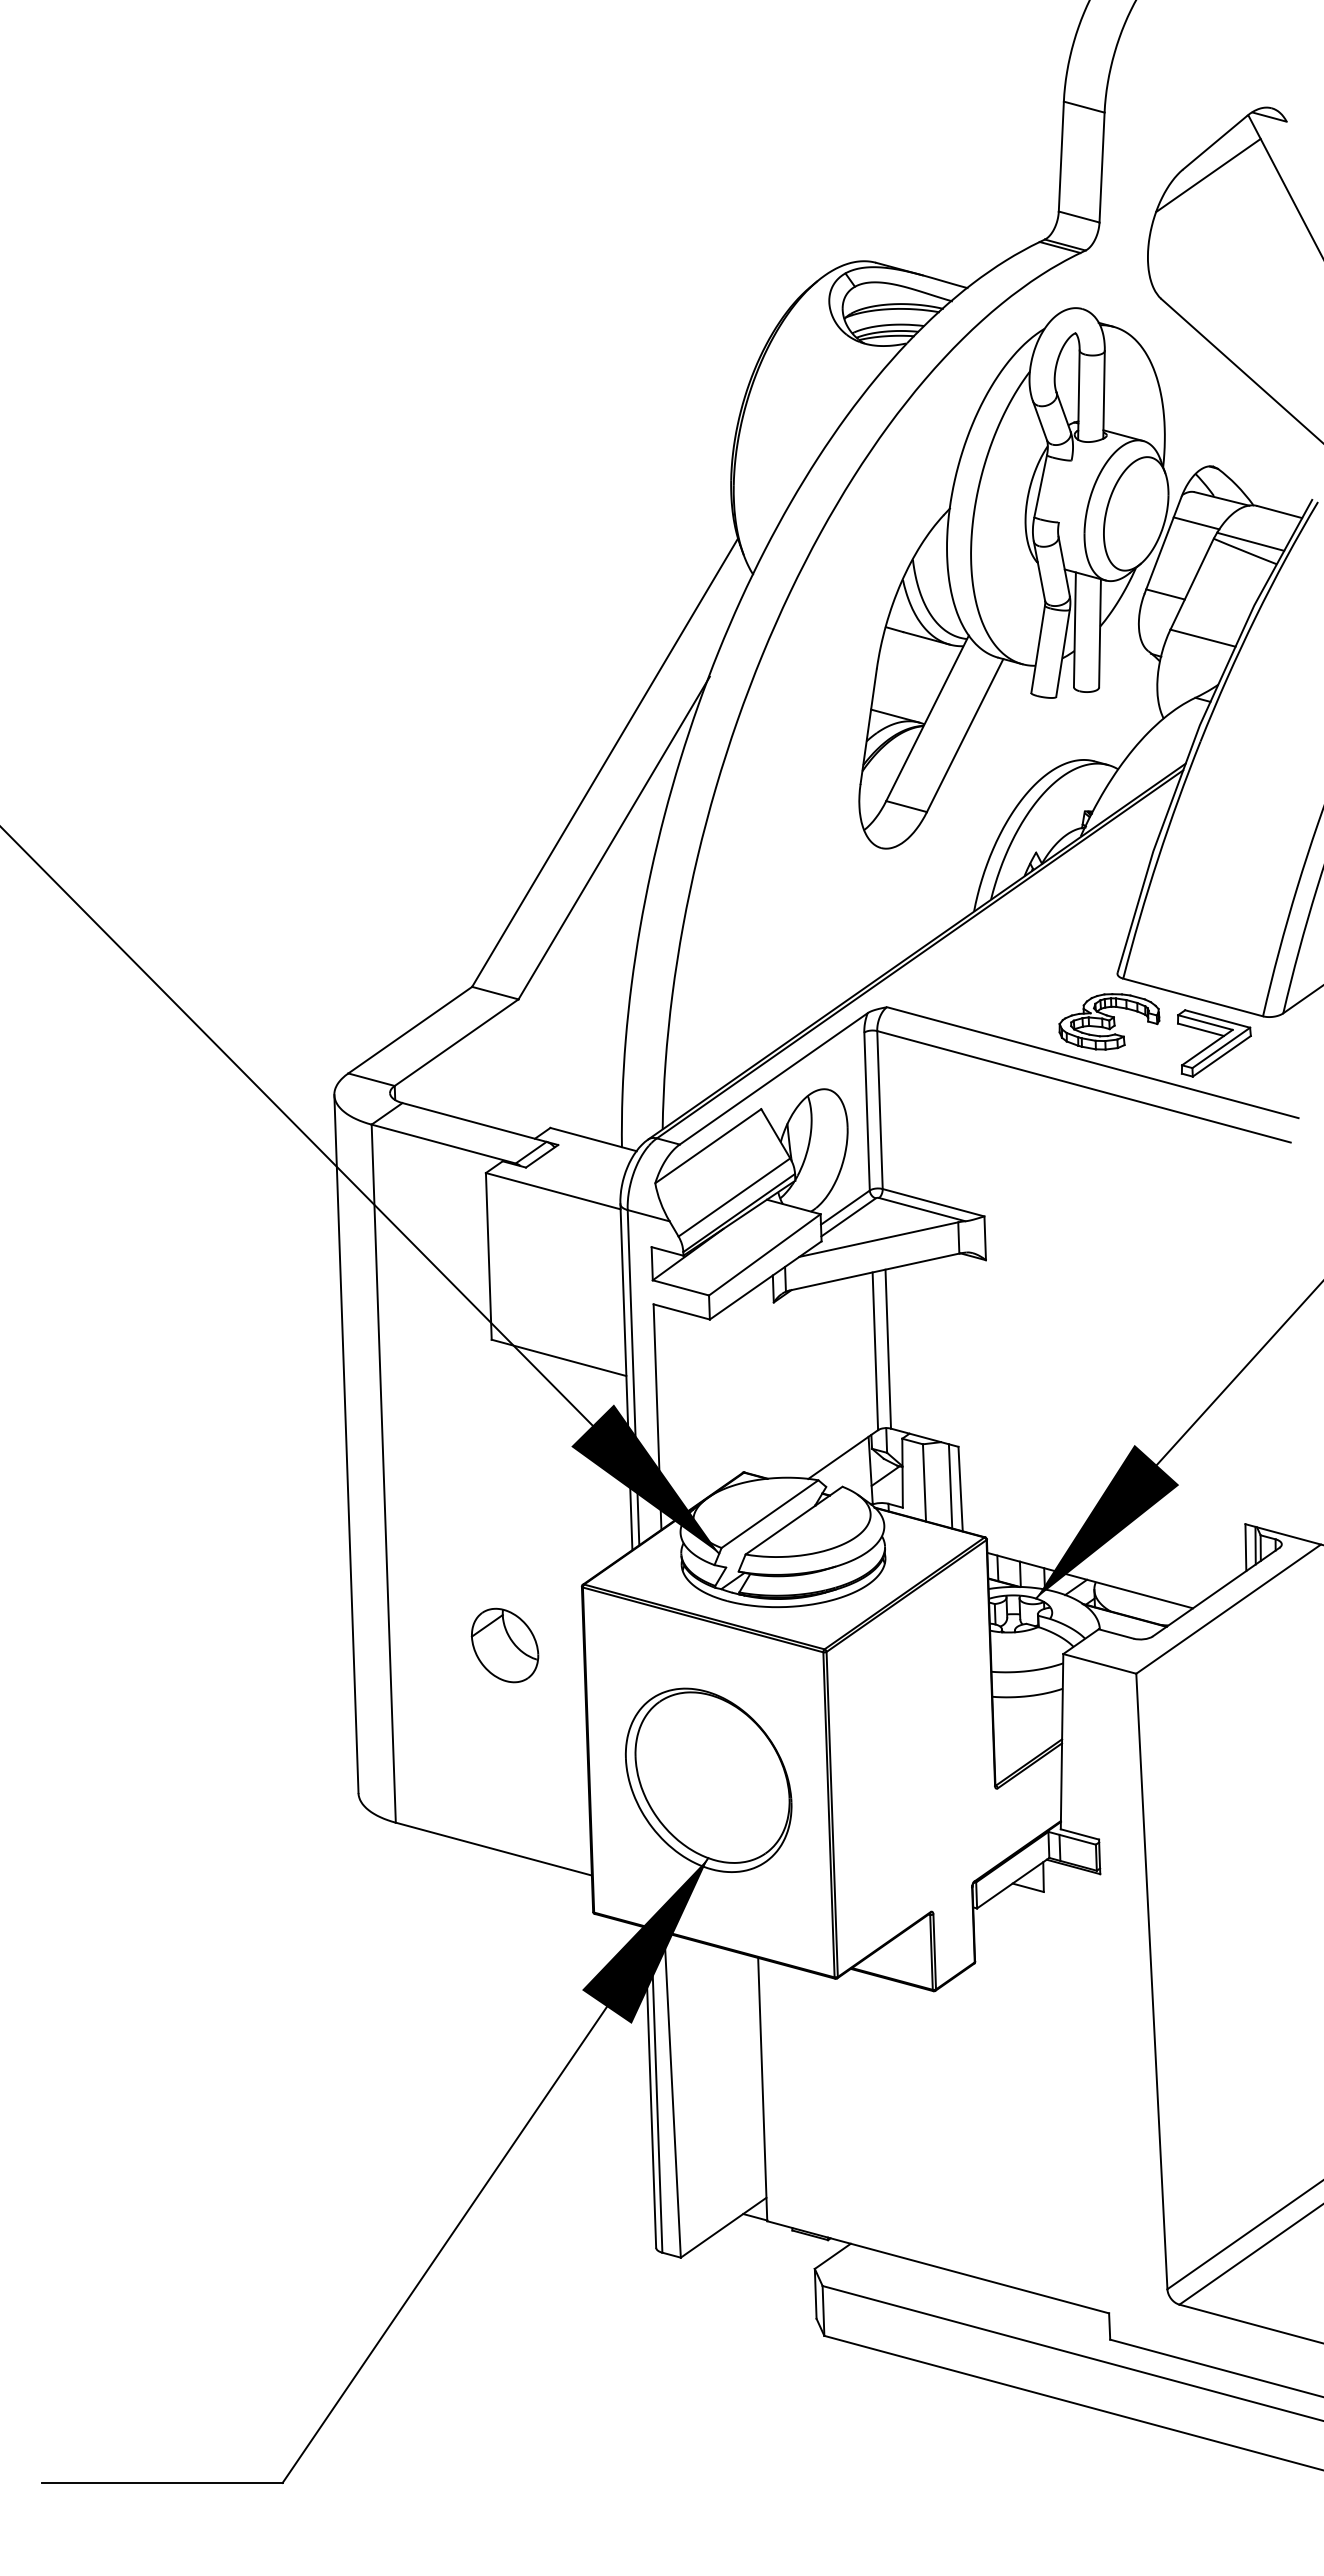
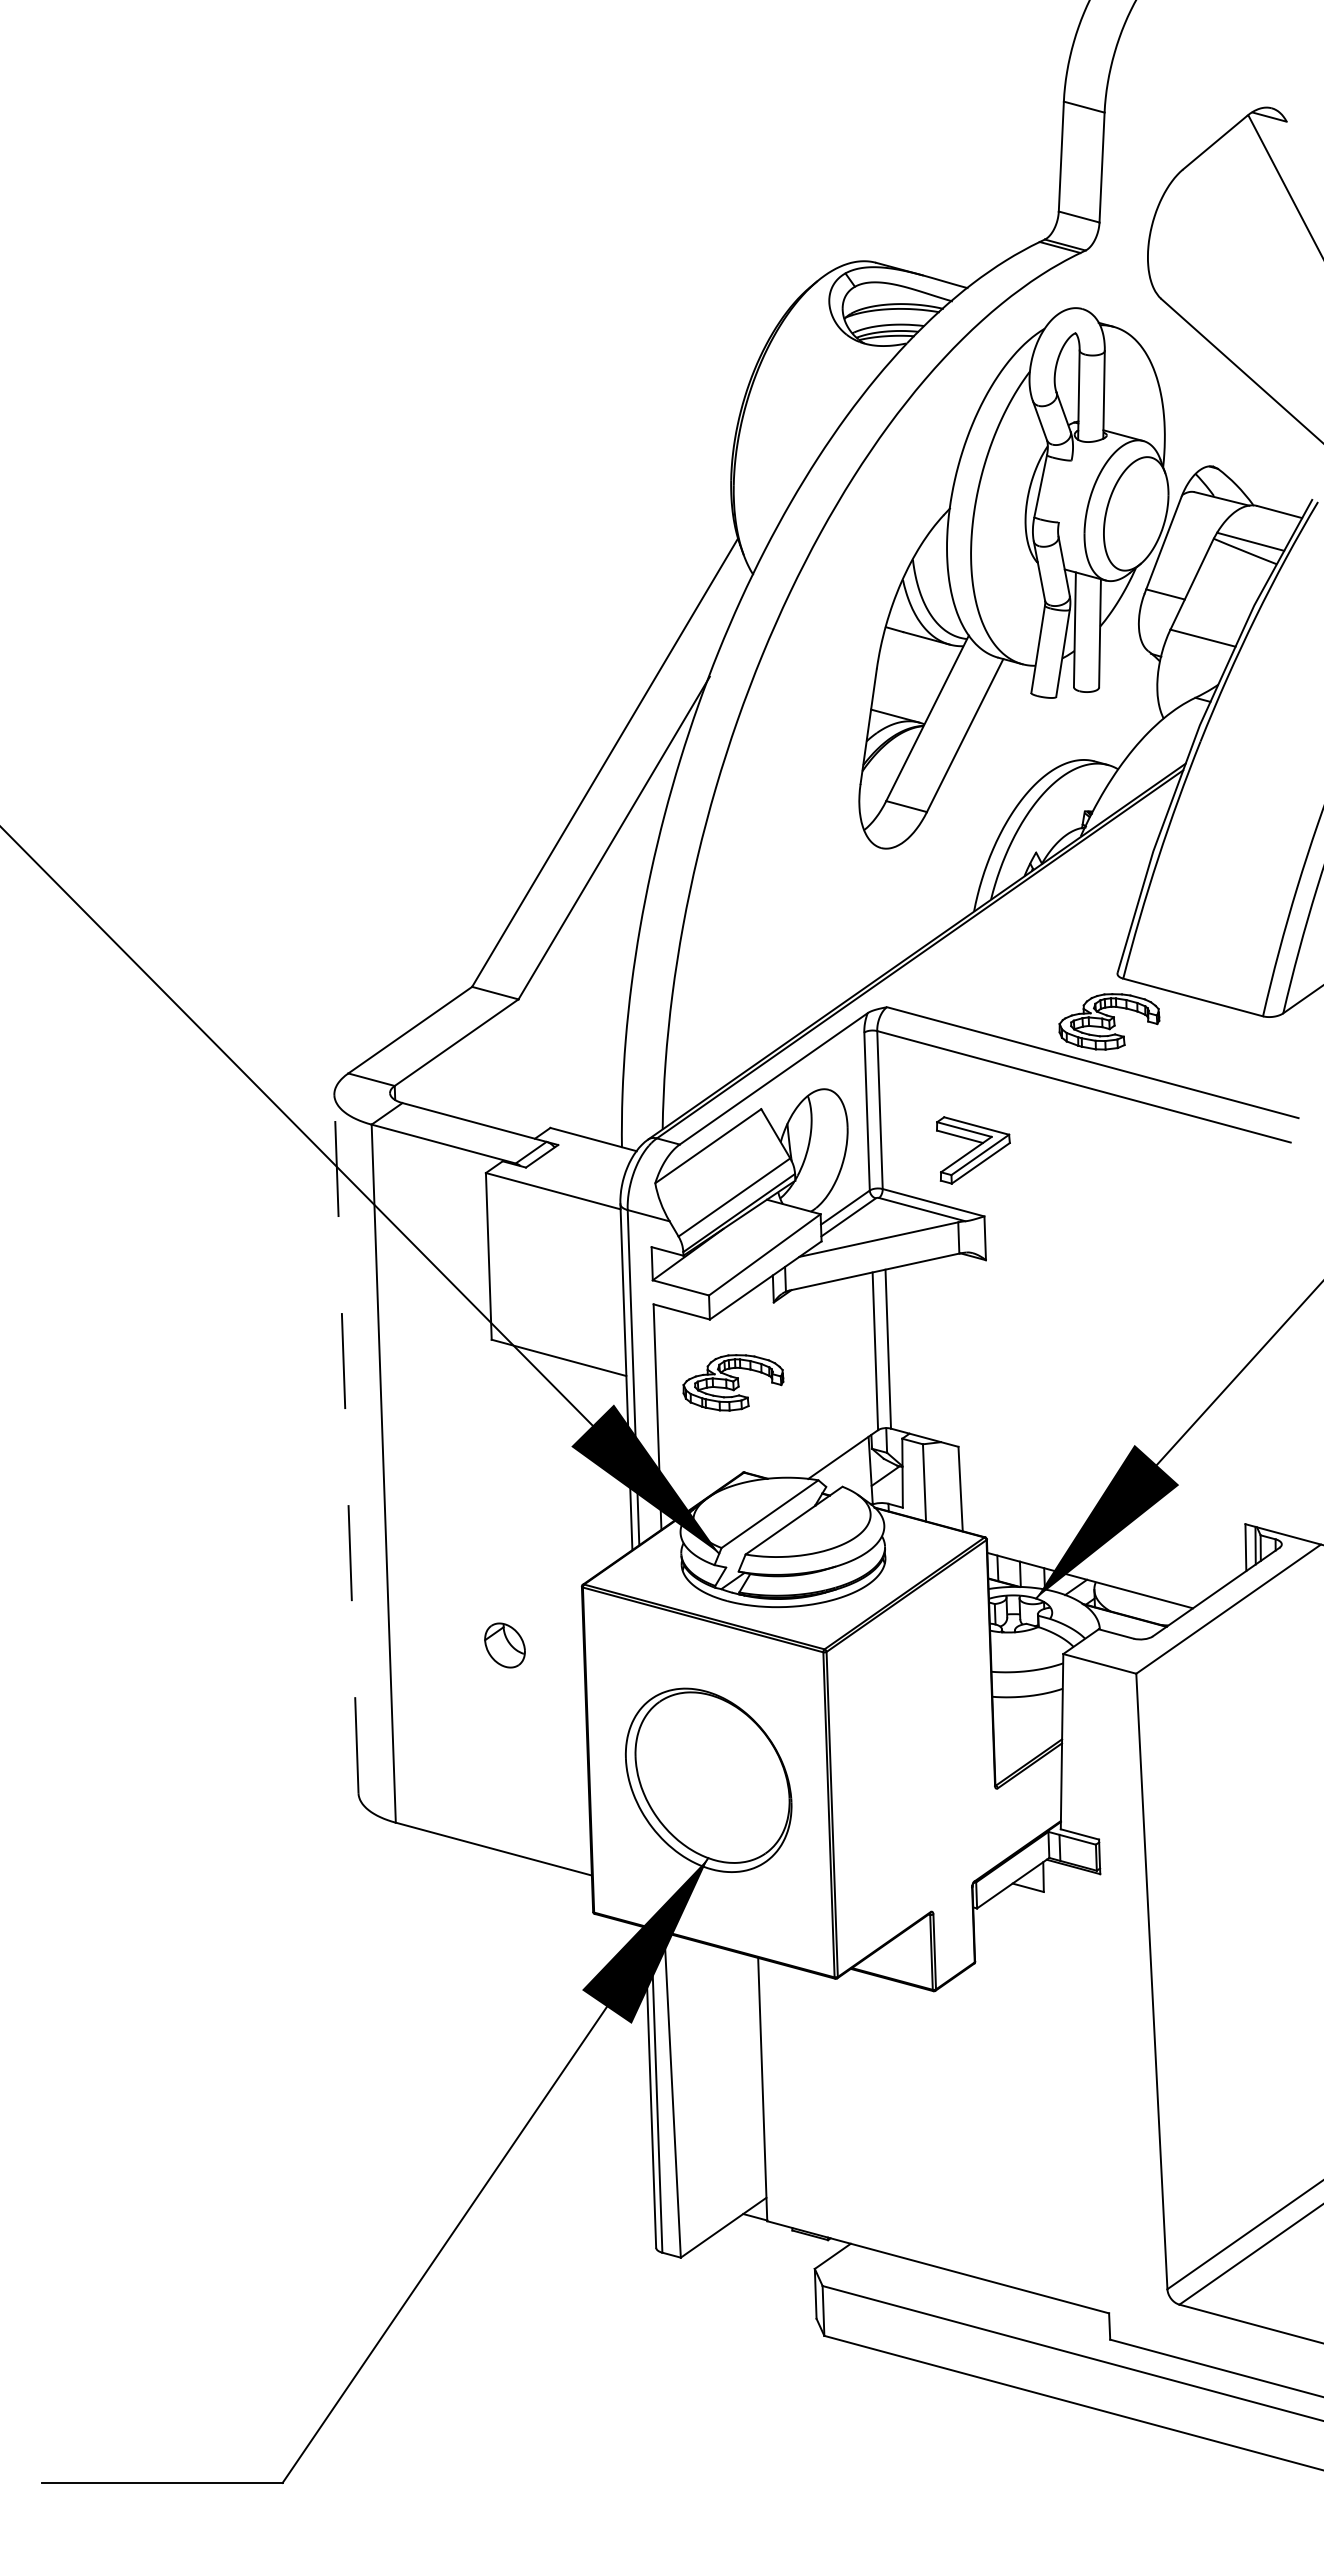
line at (1208, 174): present -> none
line at (1196, 523): present -> none
part at (1214, 1043) position: (1214, 1043) -> (973, 1150)
part at (733, 1382): none -> present
line at (346, 1443): solid -> dashed
line at (950, 1486): present -> none
part at (504, 1645) size: 70x77 px -> 42x47 px
